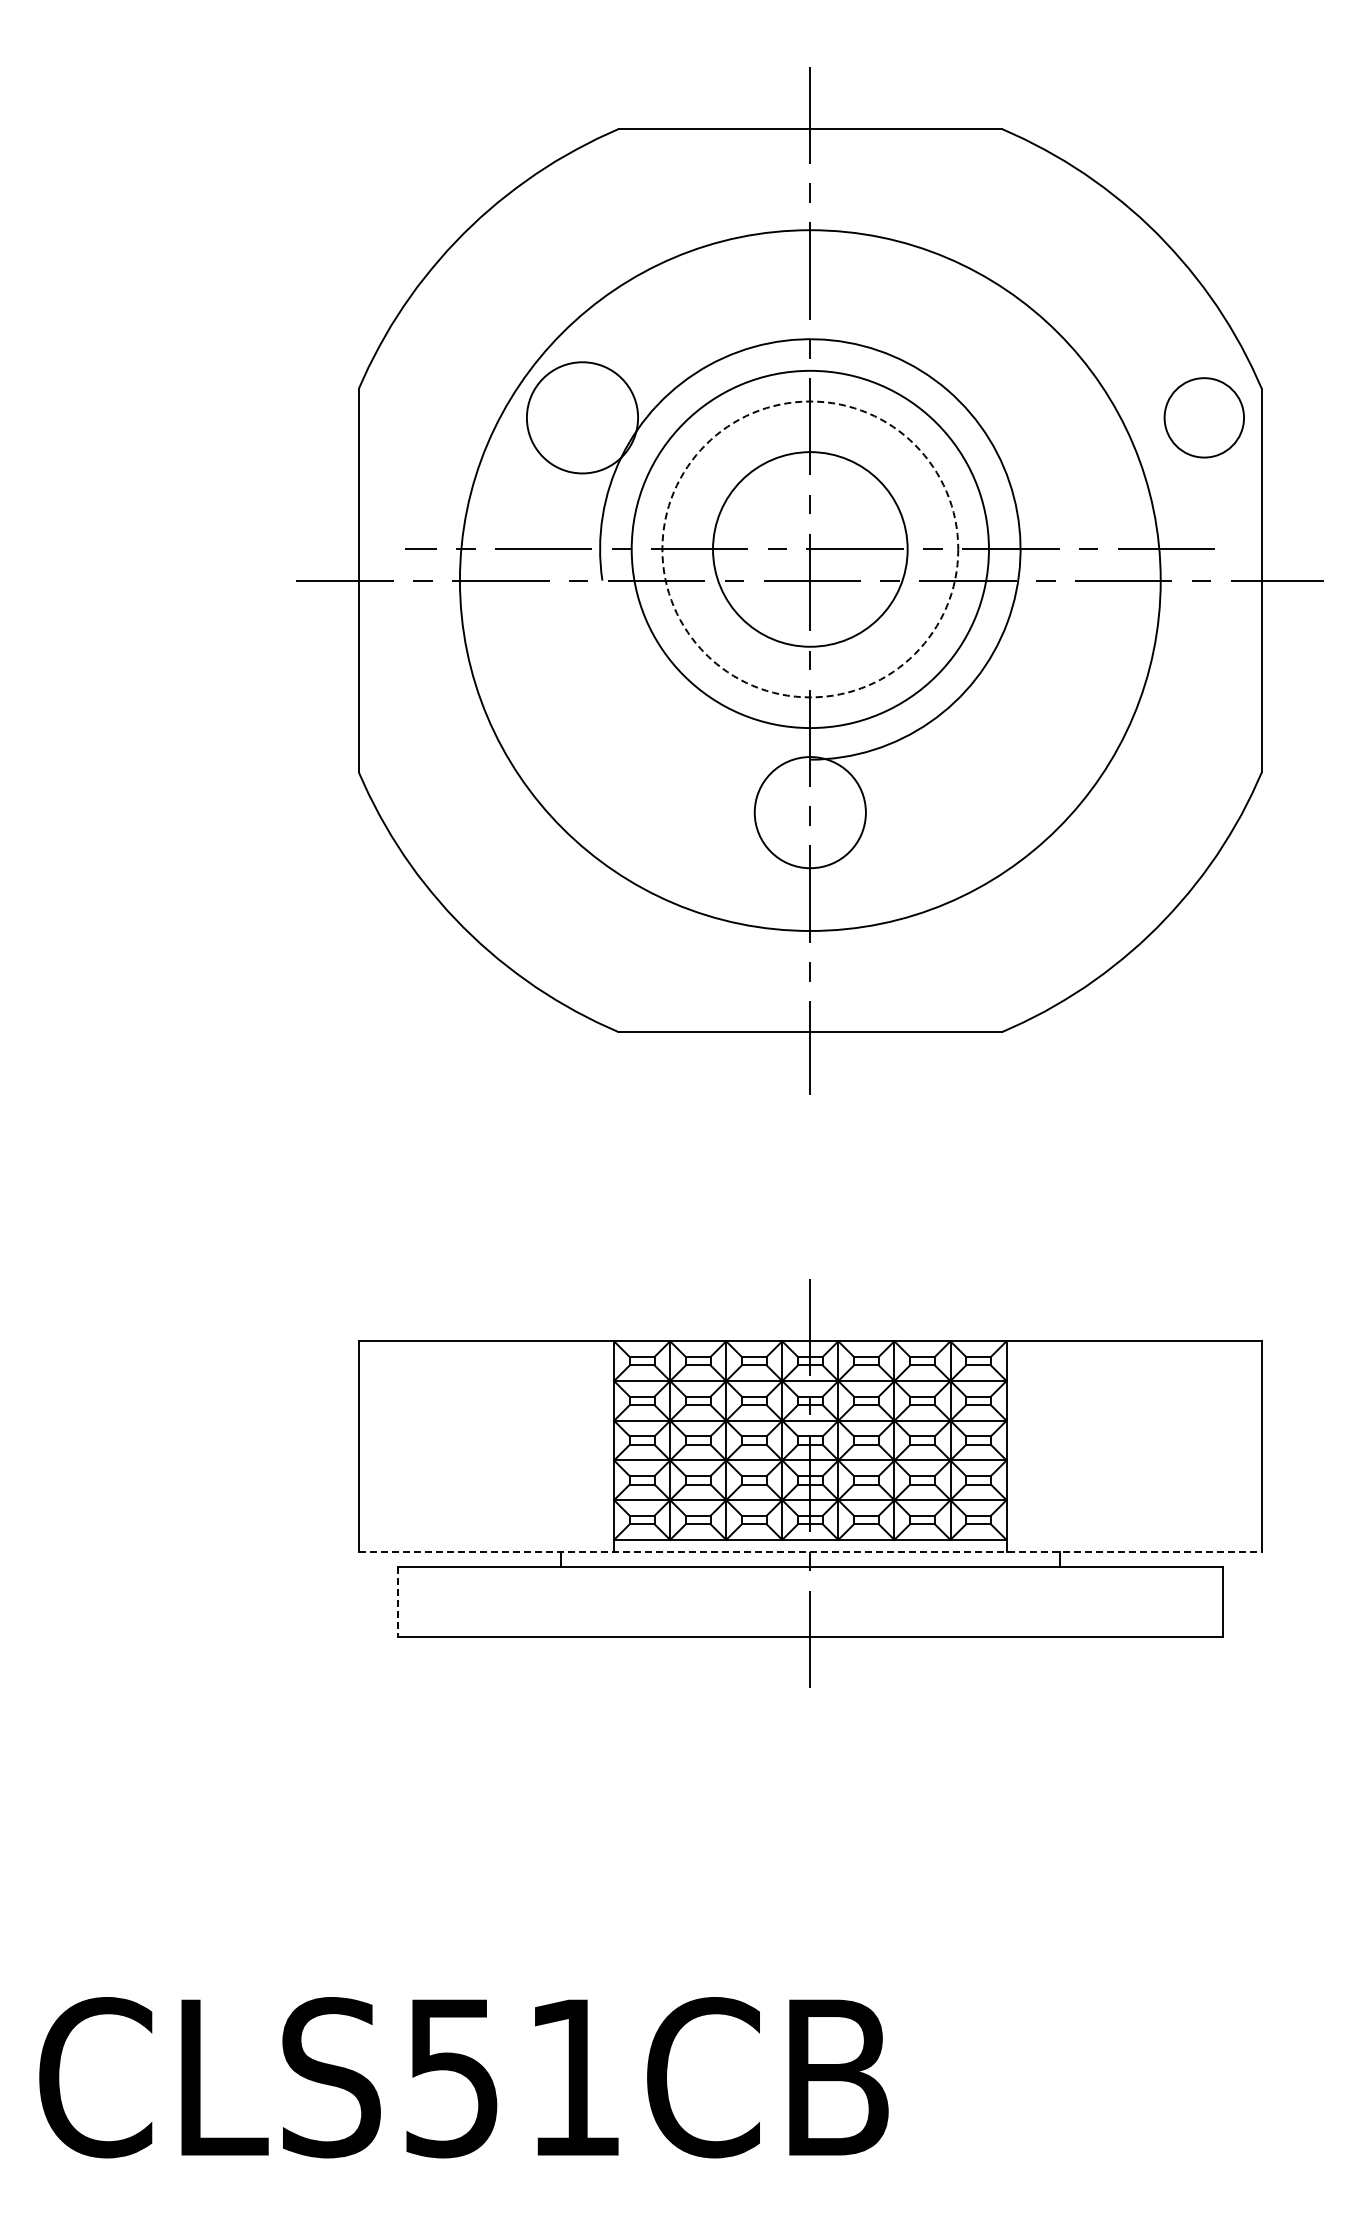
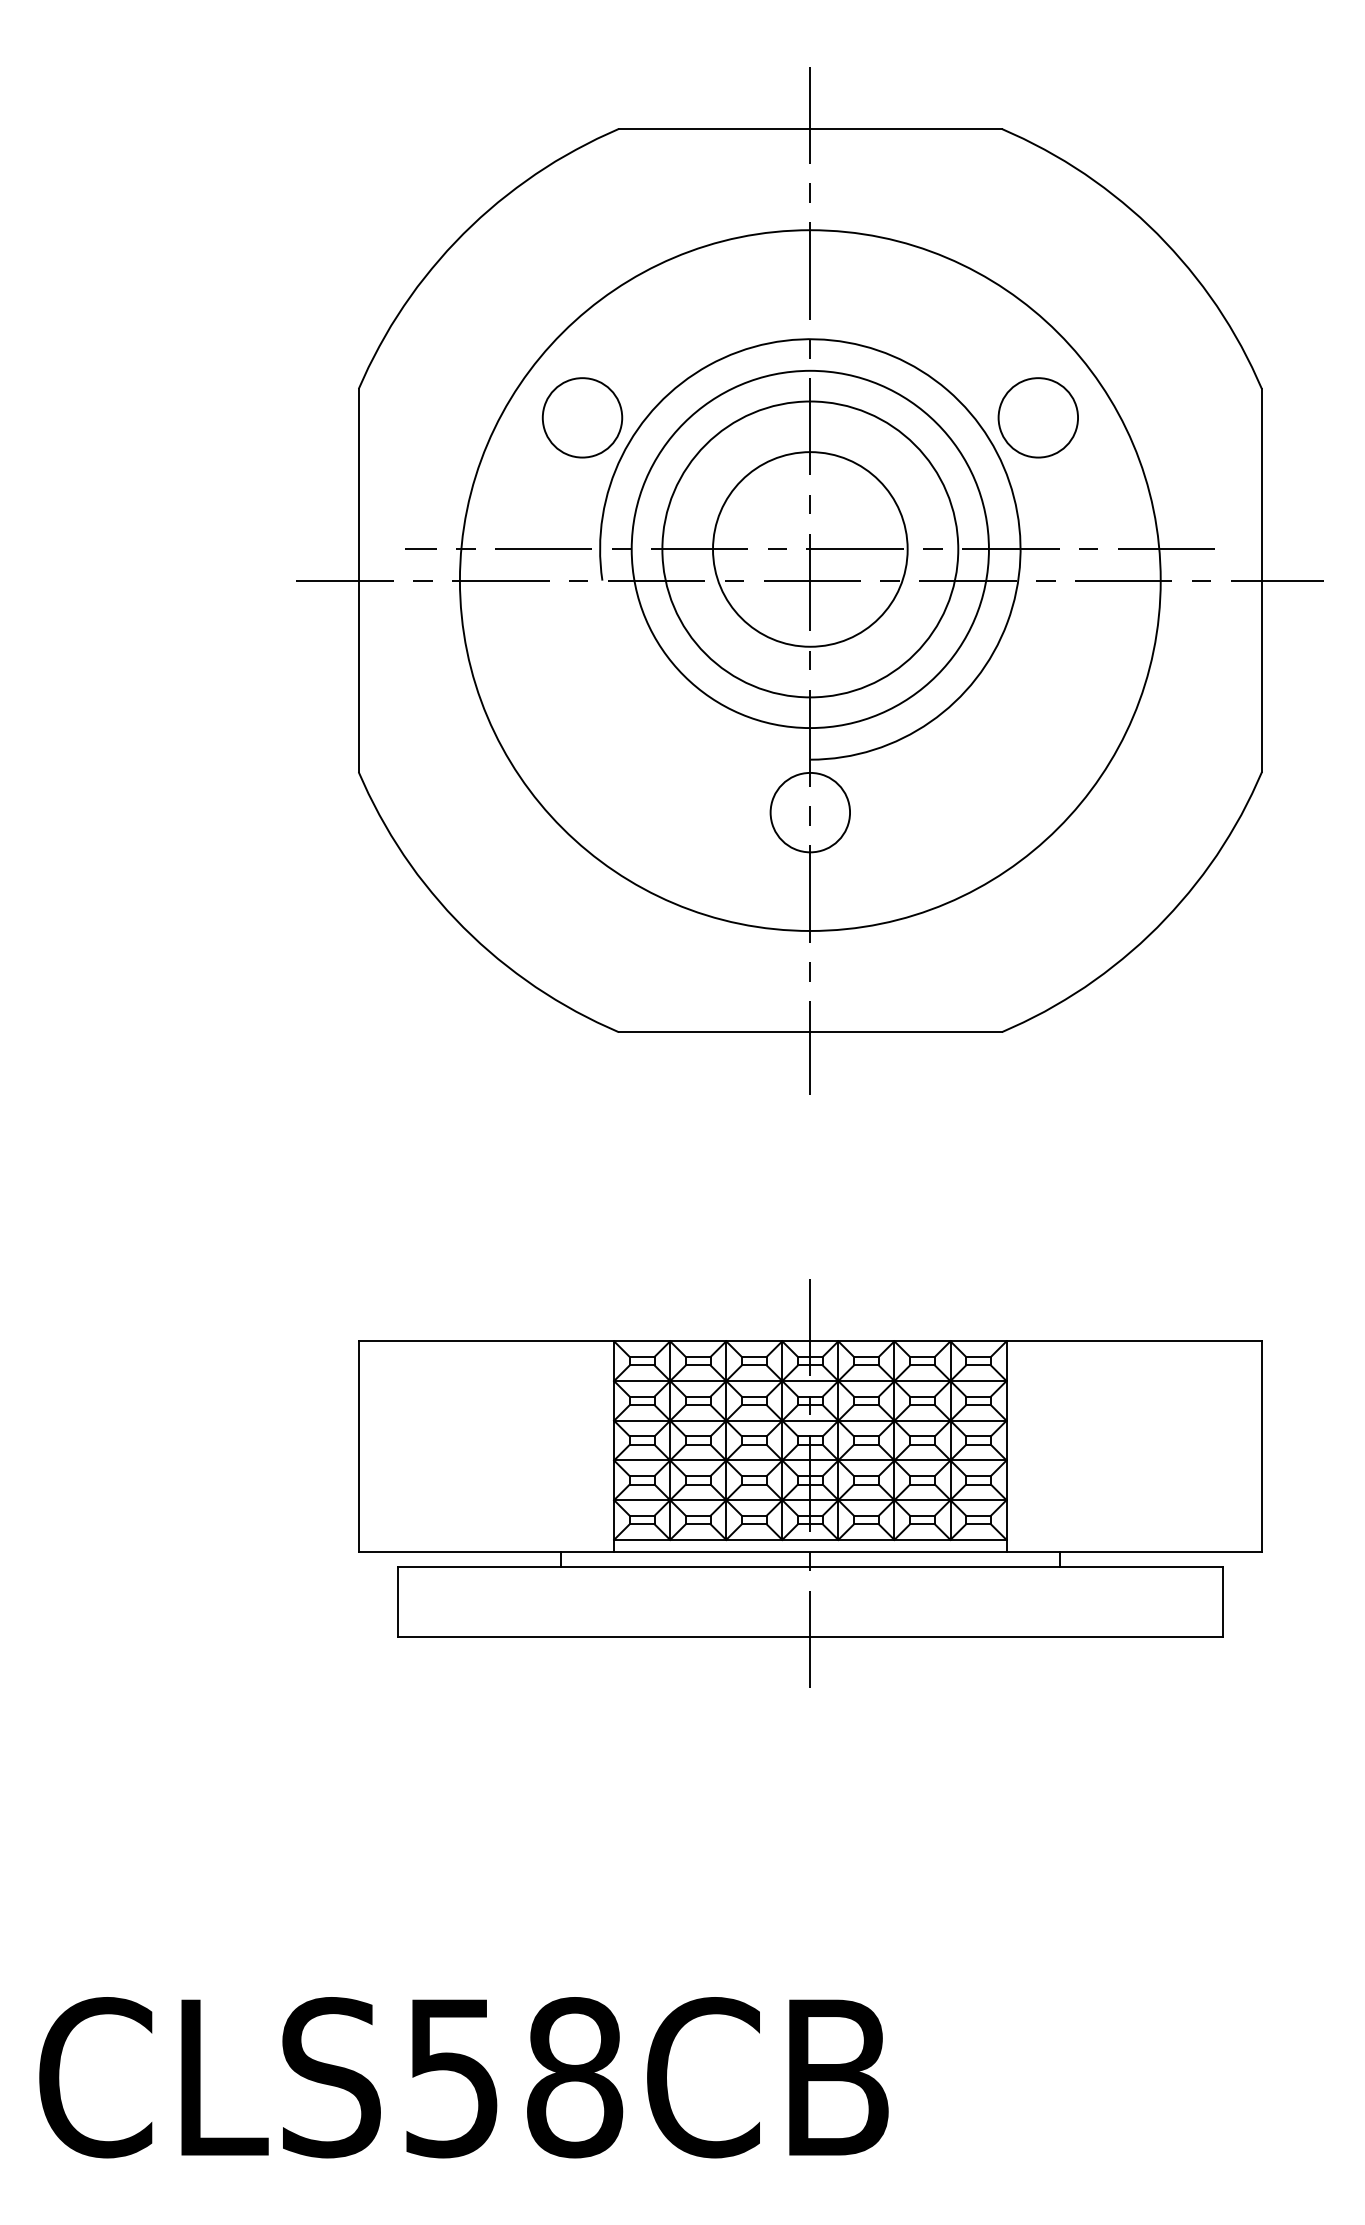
circle at (582, 417) diameter: 111 px -> 79 px
circle at (1203, 417) position: (1203, 417) -> (1037, 417)
circle at (810, 549): dashed -> solid
circle at (809, 812) diameter: 111 px -> 79 px
line at (810, 1551): dashed -> solid
line at (397, 1602): dashed -> solid
text at (575, 2077): CLS51CB -> CLS58CB
